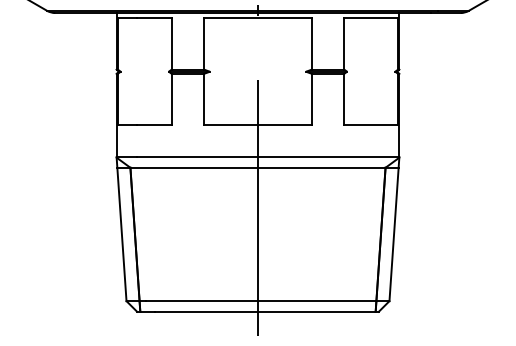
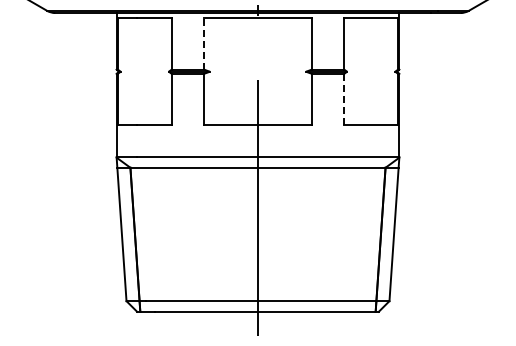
line at (204, 44): solid -> dashed
line at (344, 99): solid -> dashed
